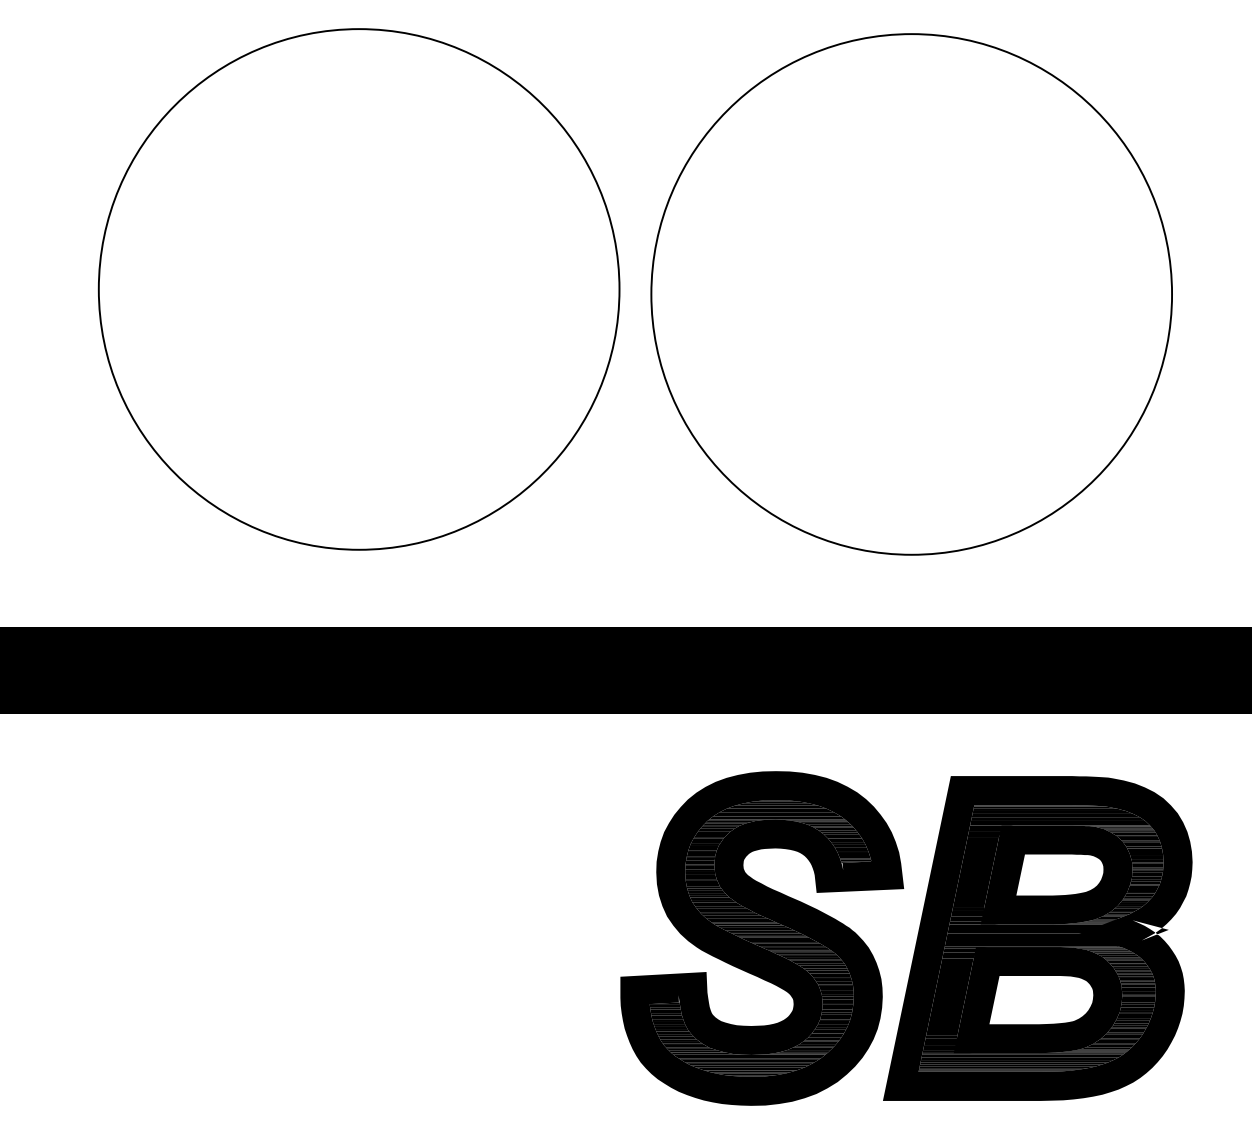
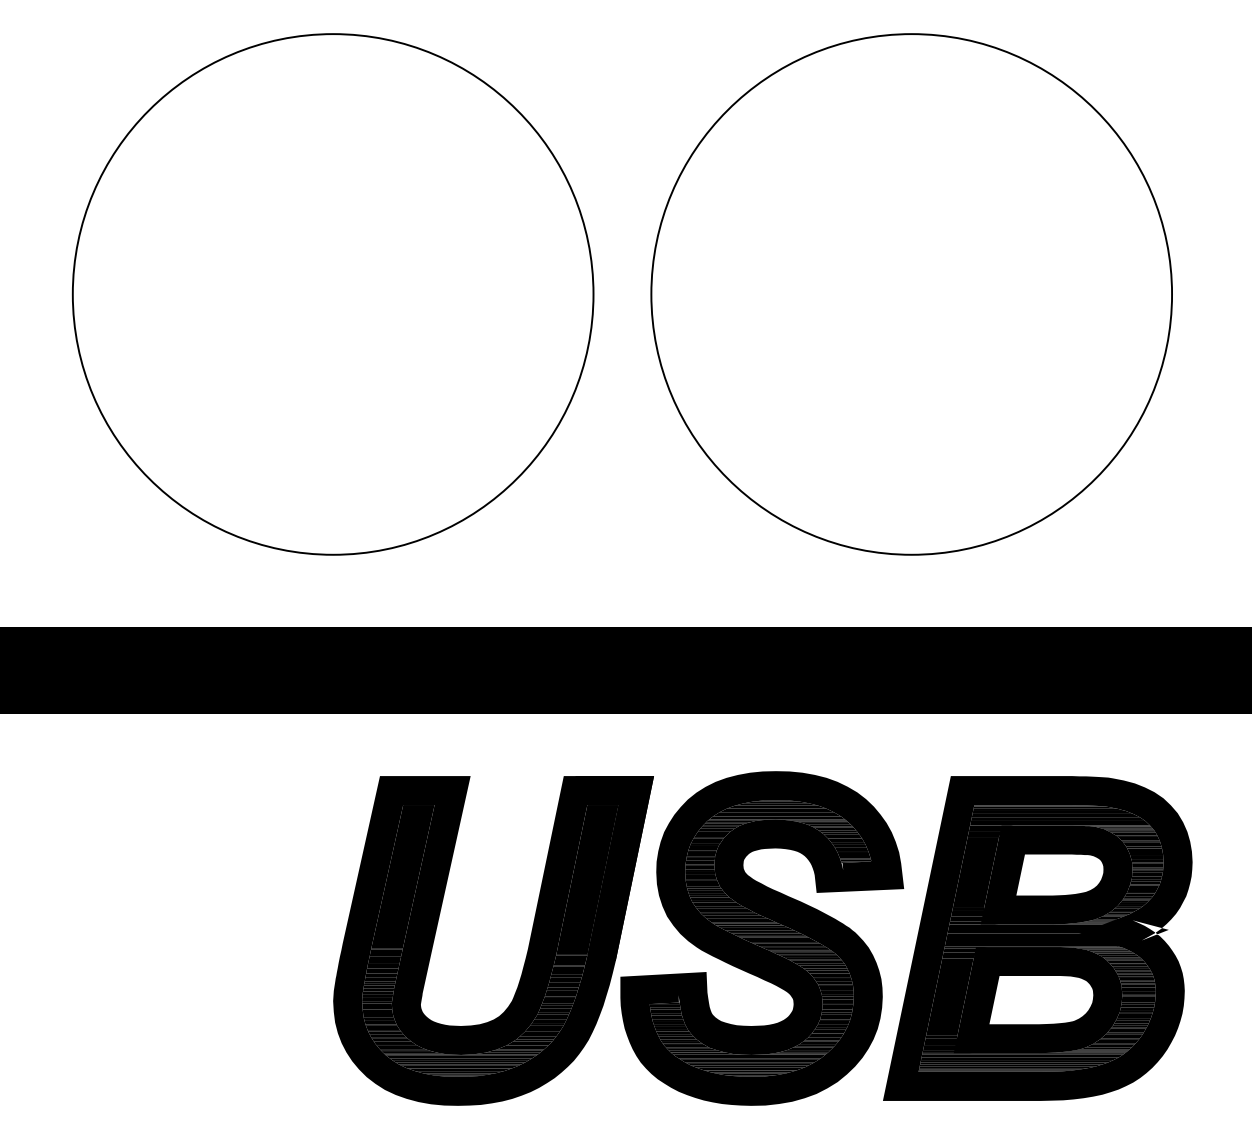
part at (358, 289) position: (358, 289) -> (332, 294)
part at (527, 949): none -> present
